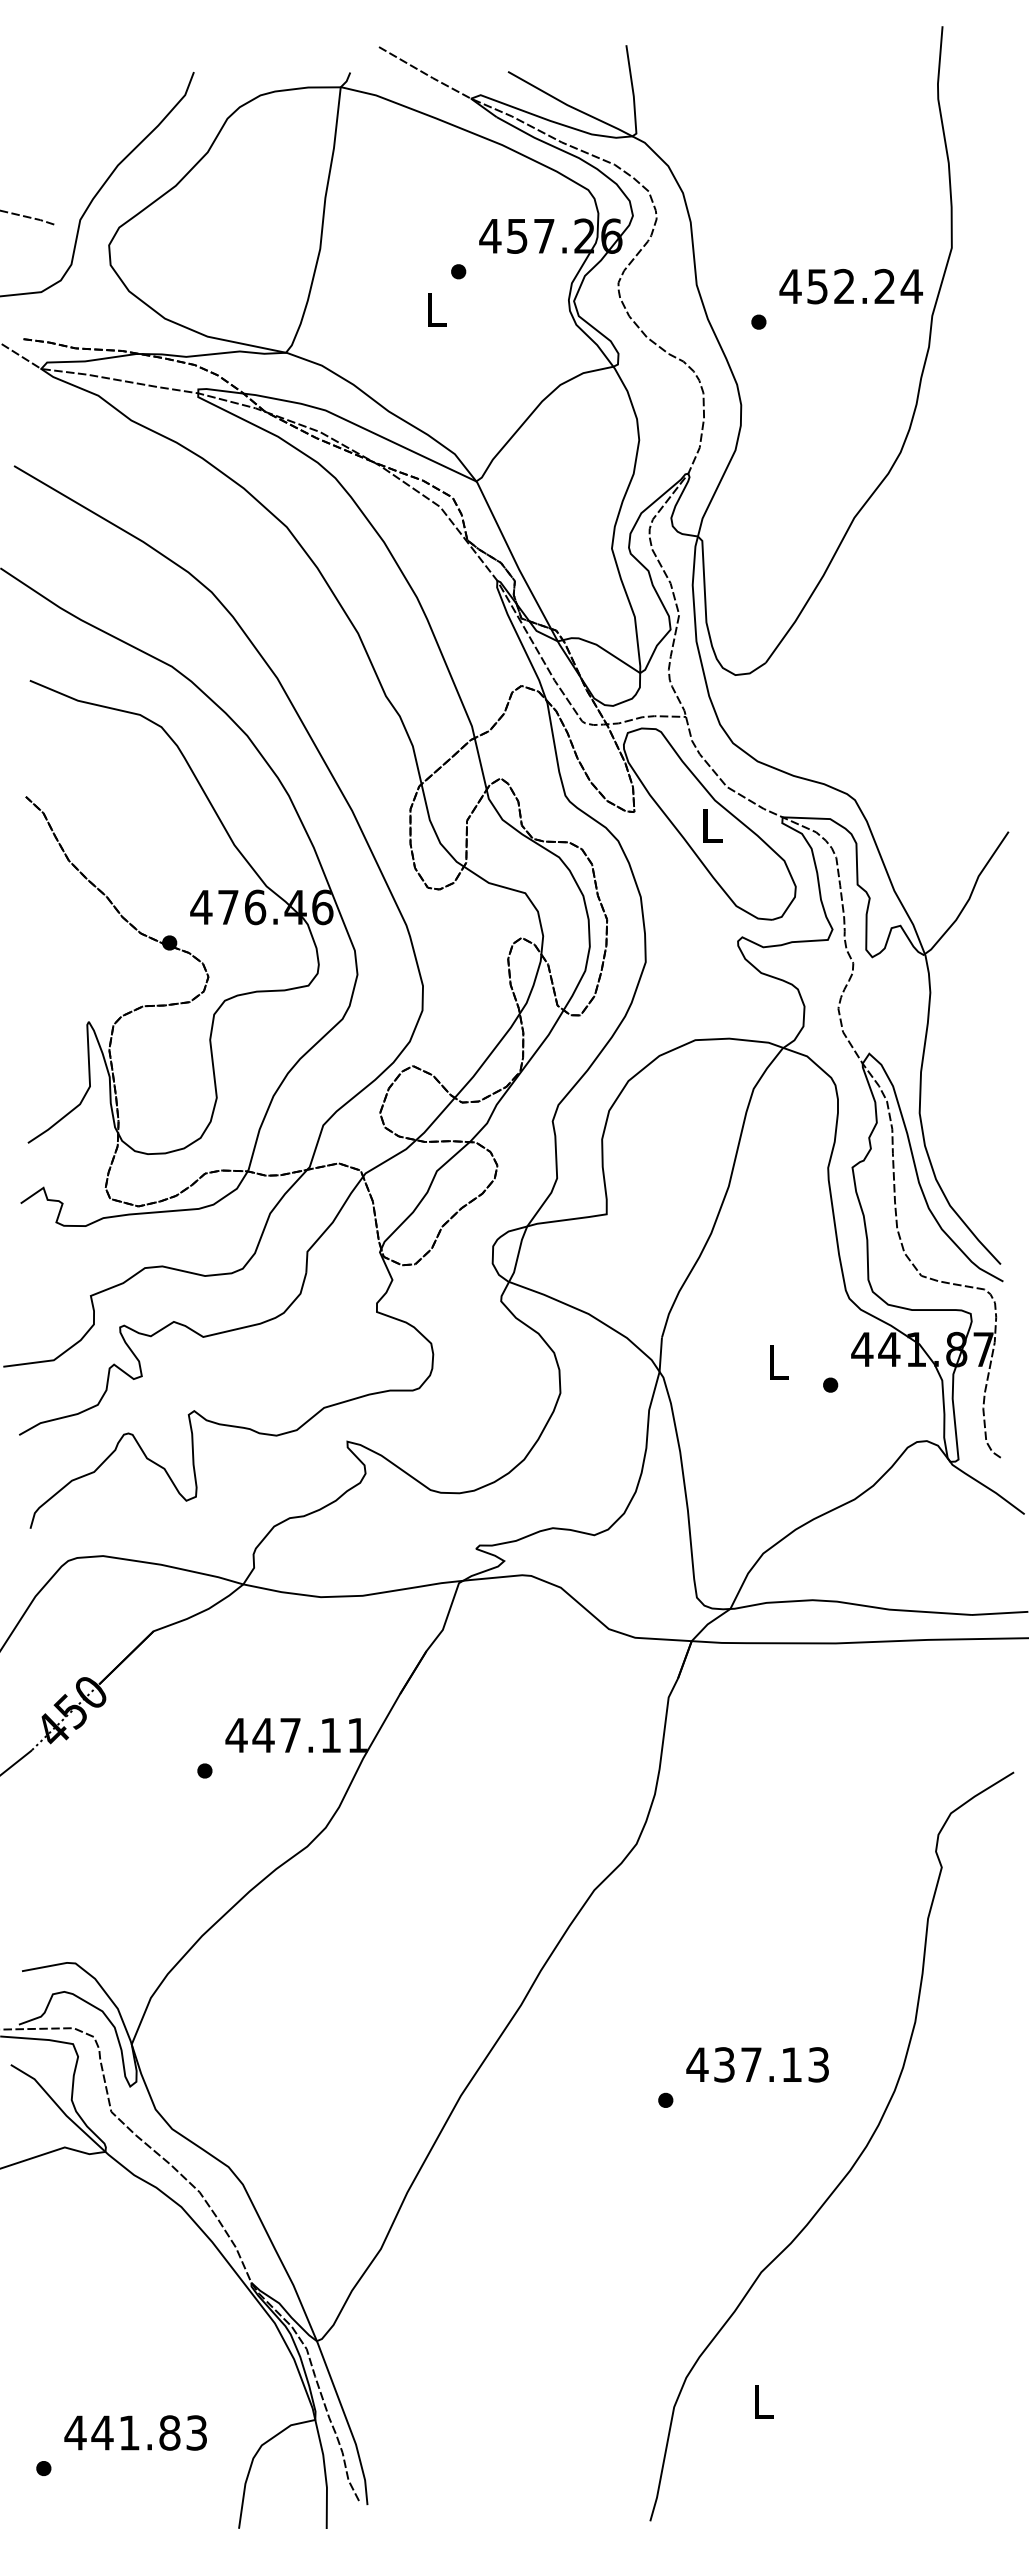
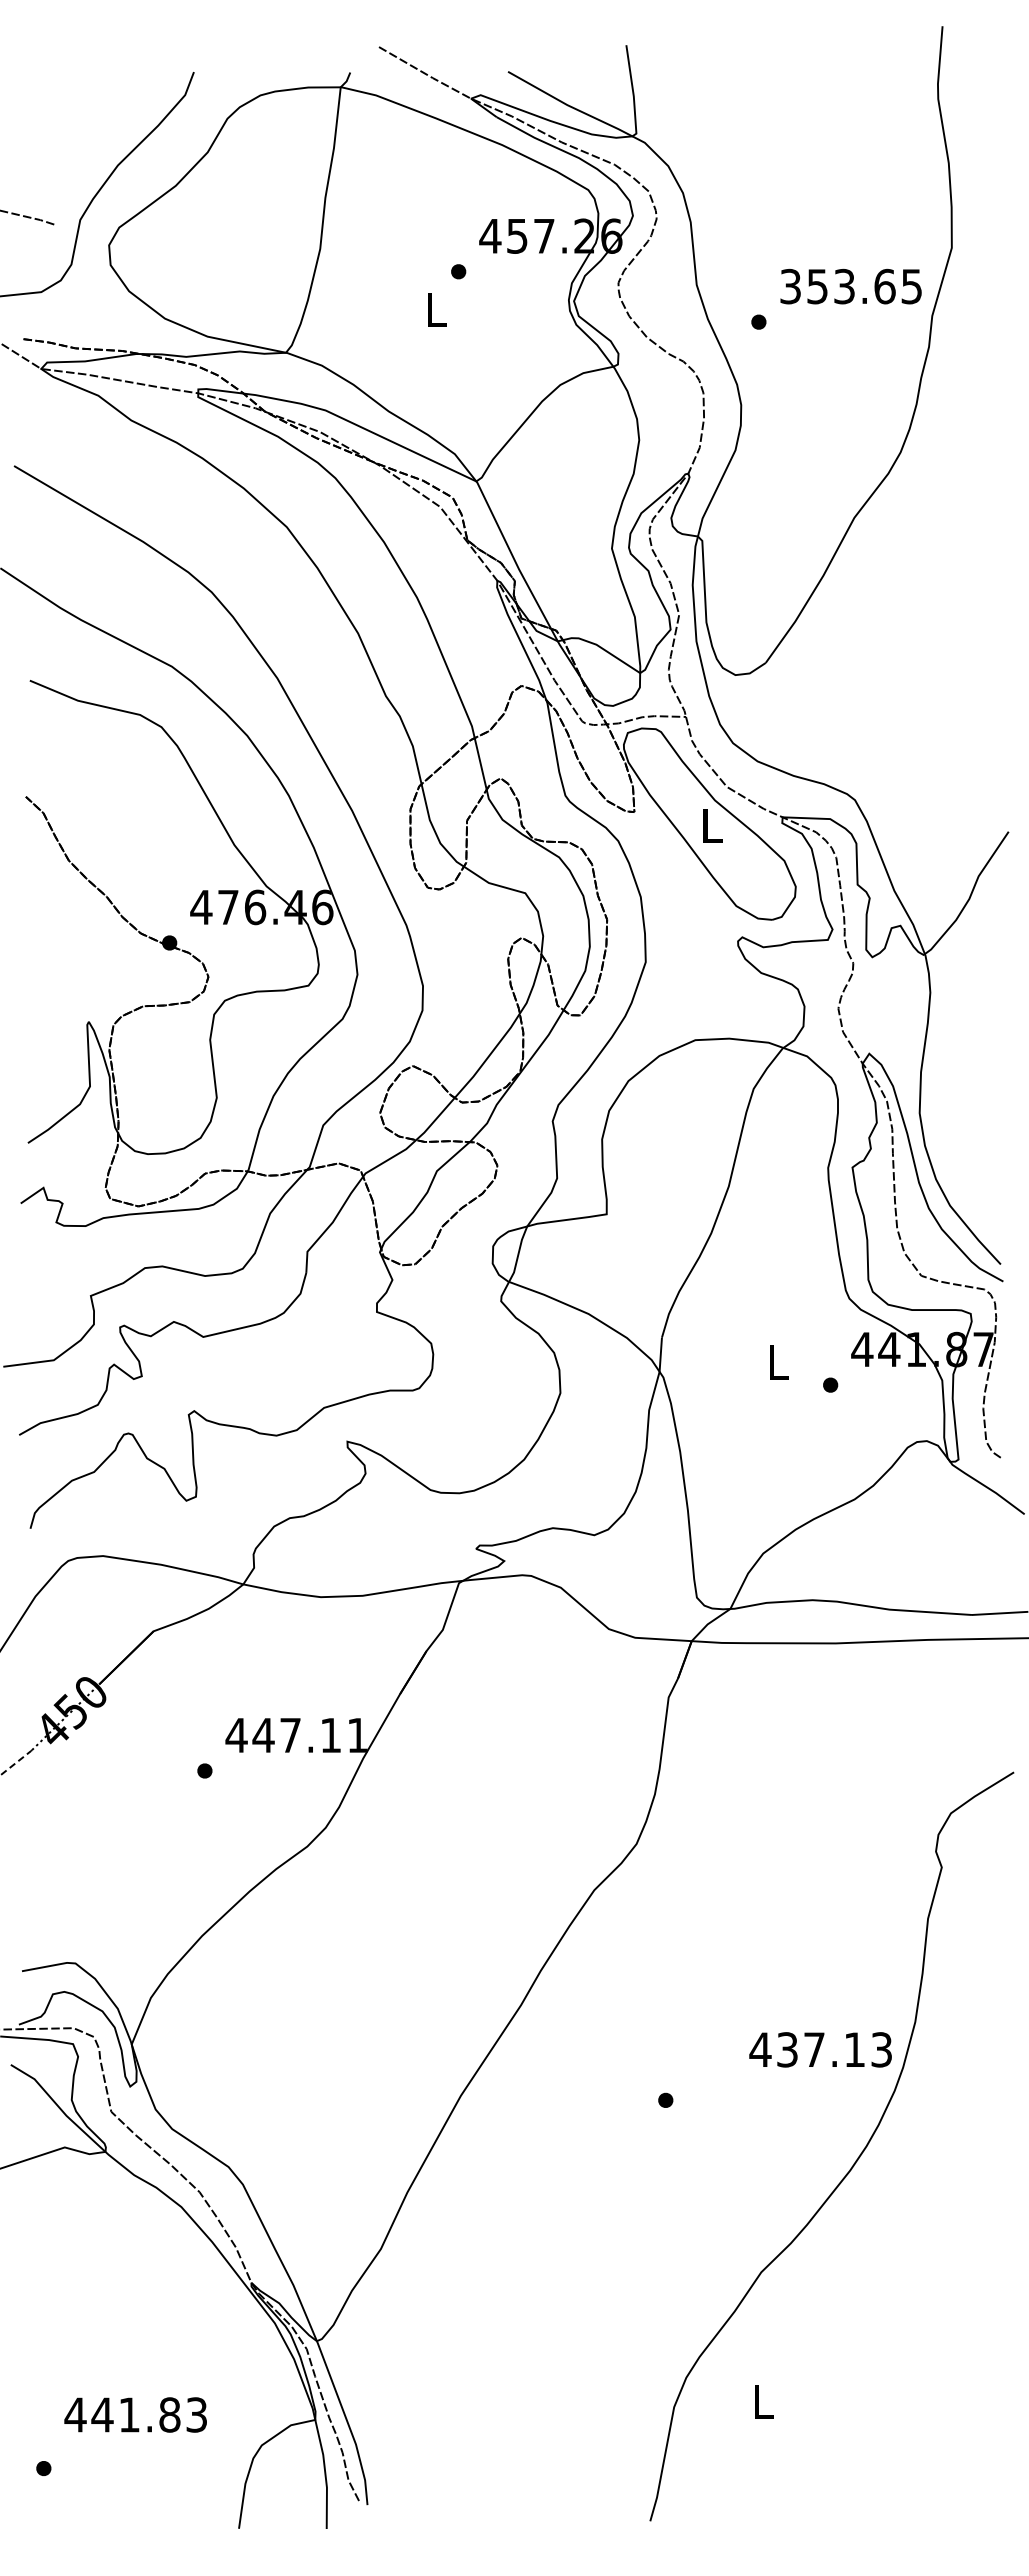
text at (851, 286): 452.24 -> 353.65
line at (17, 1762): solid -> dashed
text at (757, 2064) position: (757, 2064) -> (820, 2049)
text at (135, 2432) position: (135, 2432) -> (135, 2414)
